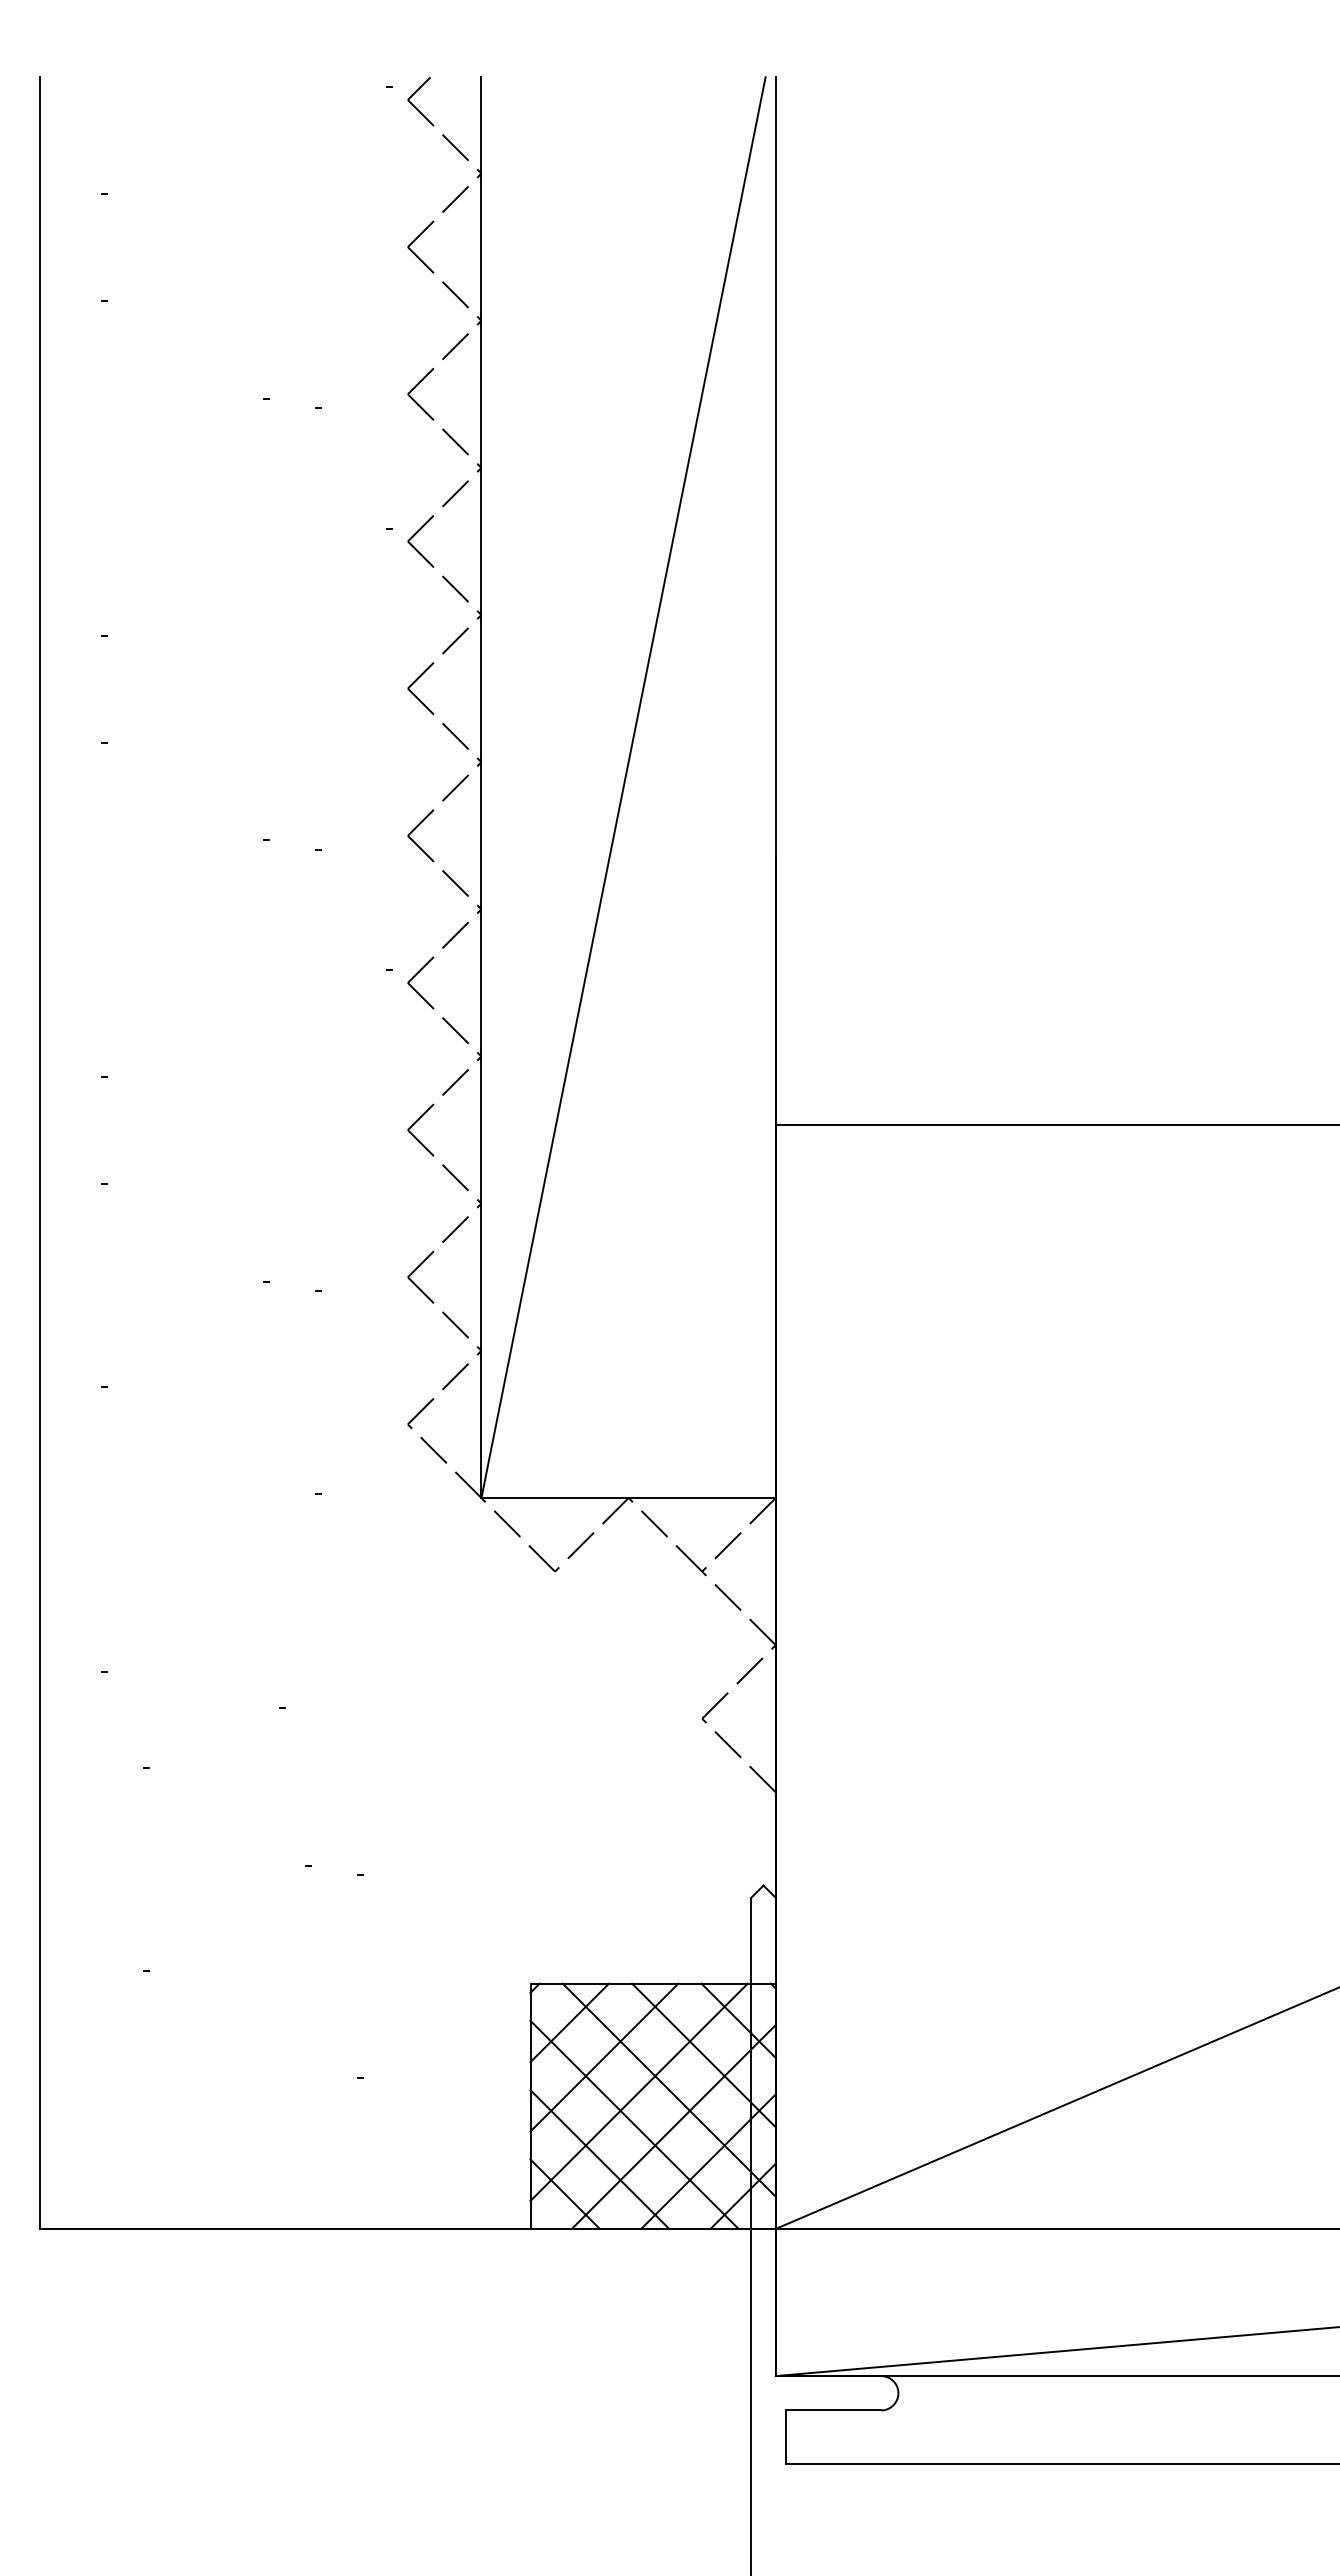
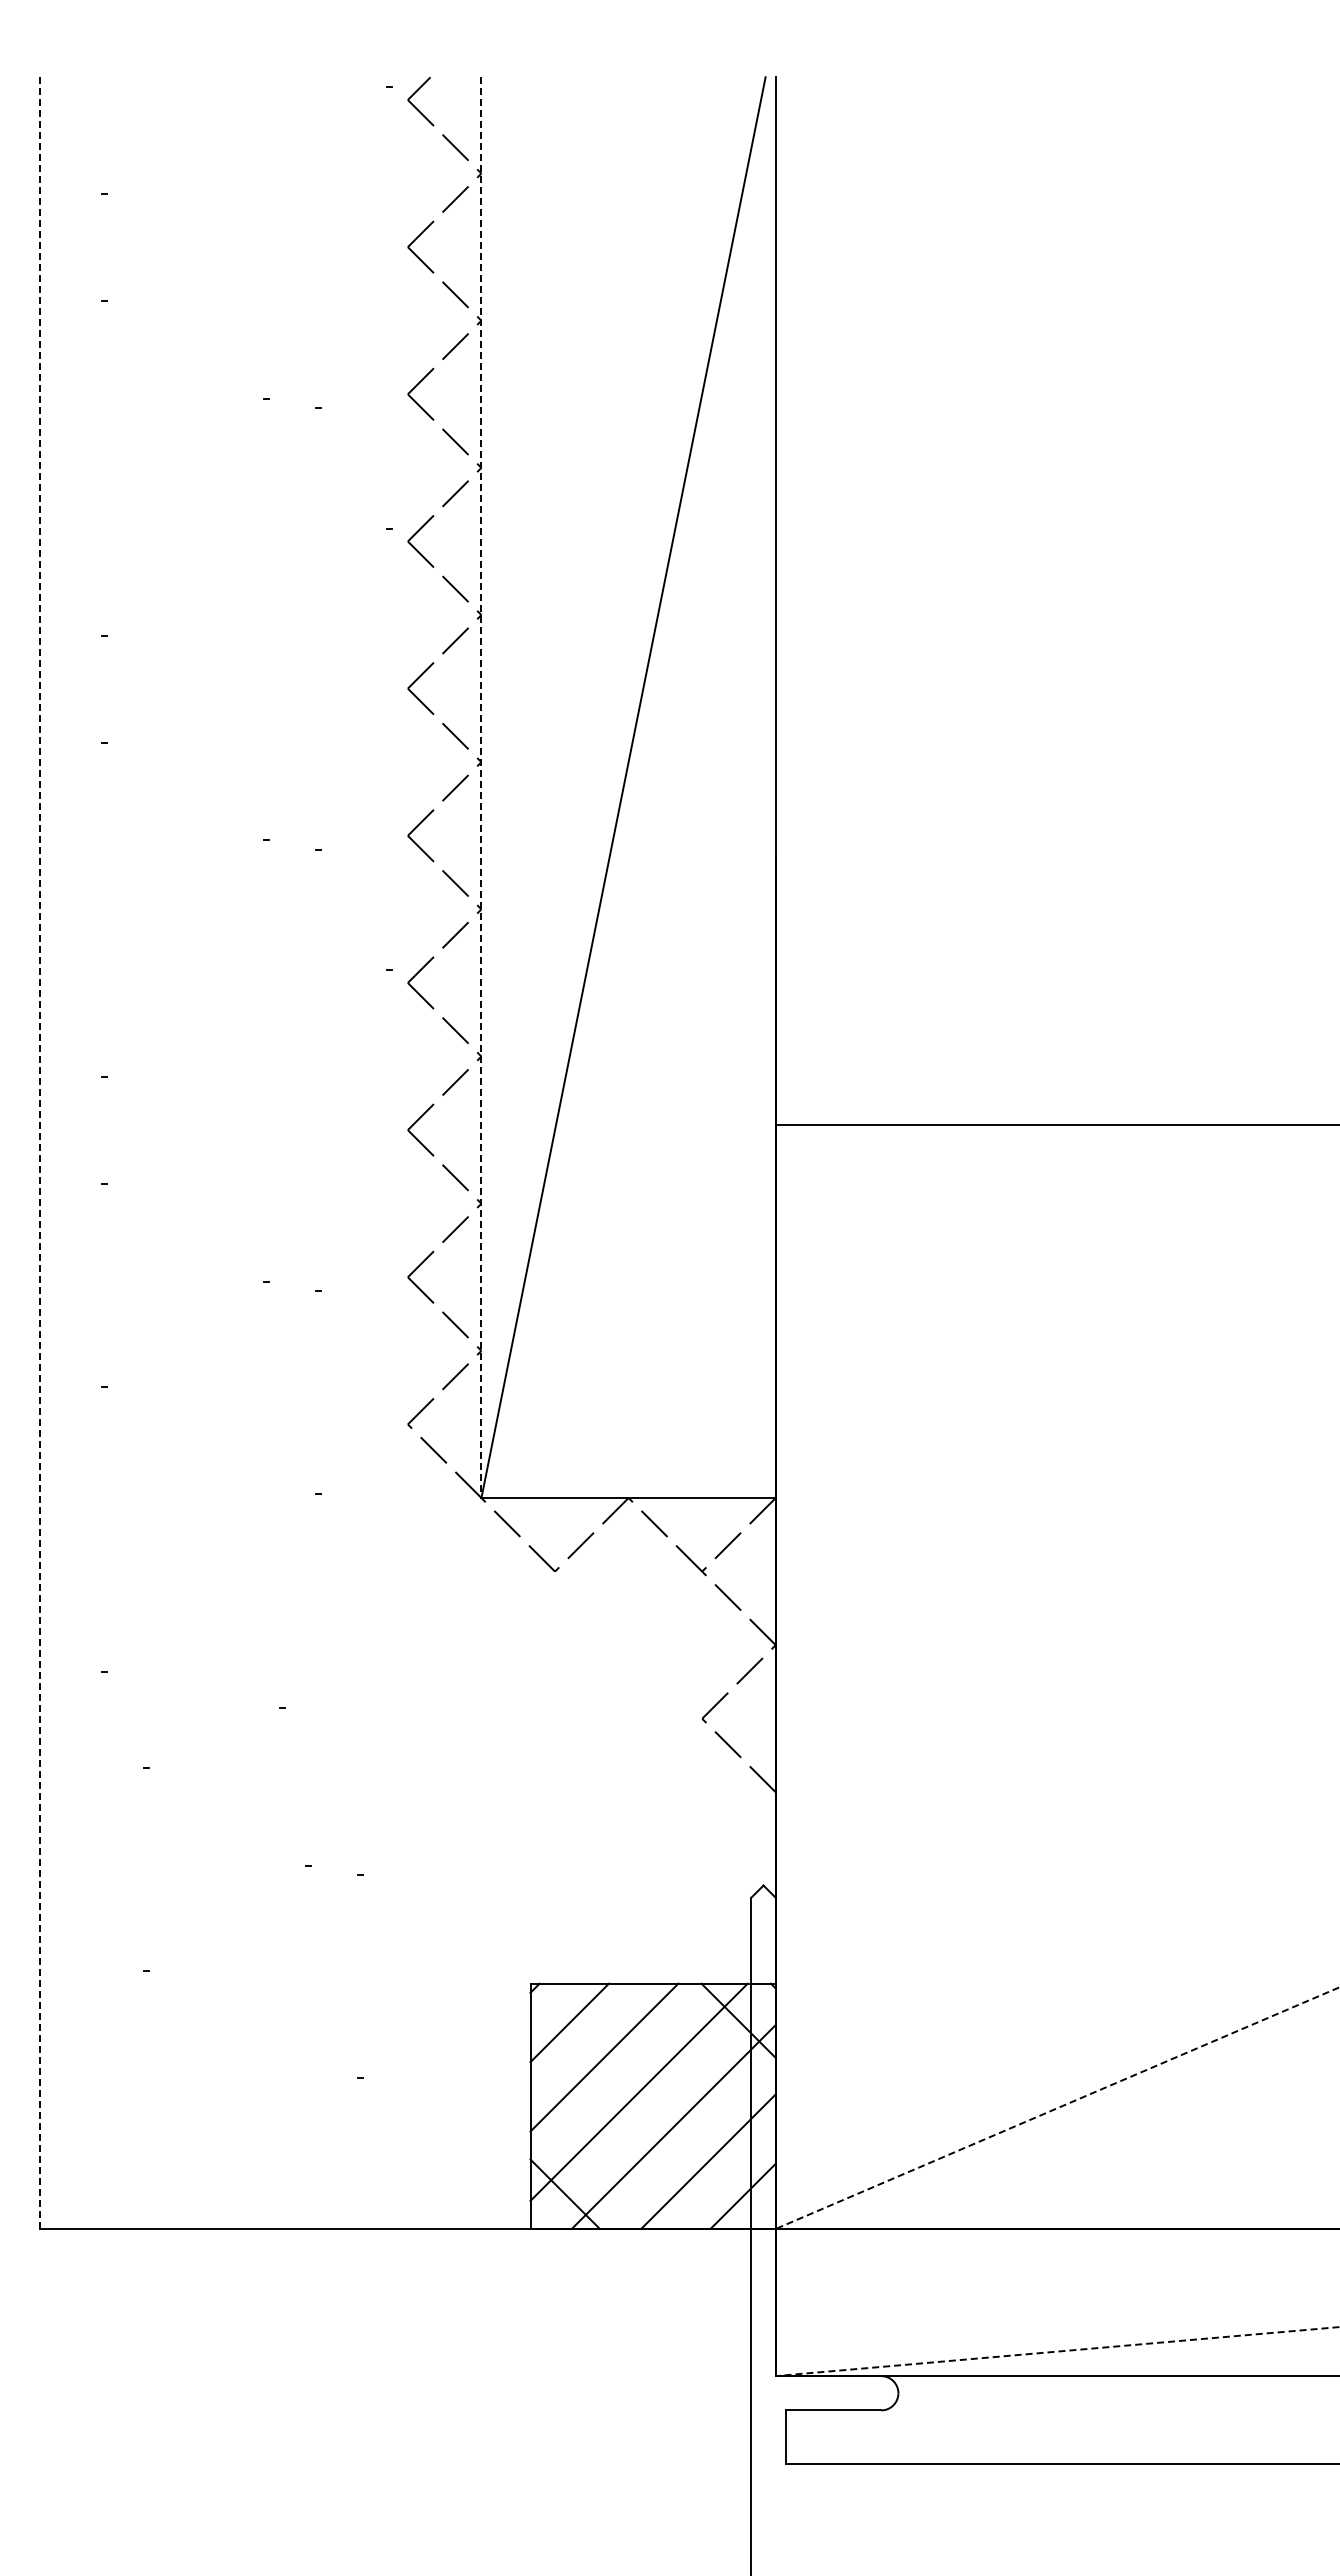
line at (481, 788): solid -> dashed
line at (39, 1153): solid -> dashed
line at (703, 2055): present -> none
line at (668, 2089): present -> none
line at (1057, 2108): solid -> dashed
line at (634, 2124): present -> none
line at (599, 2159): present -> none
line at (1057, 2351): solid -> dashed
